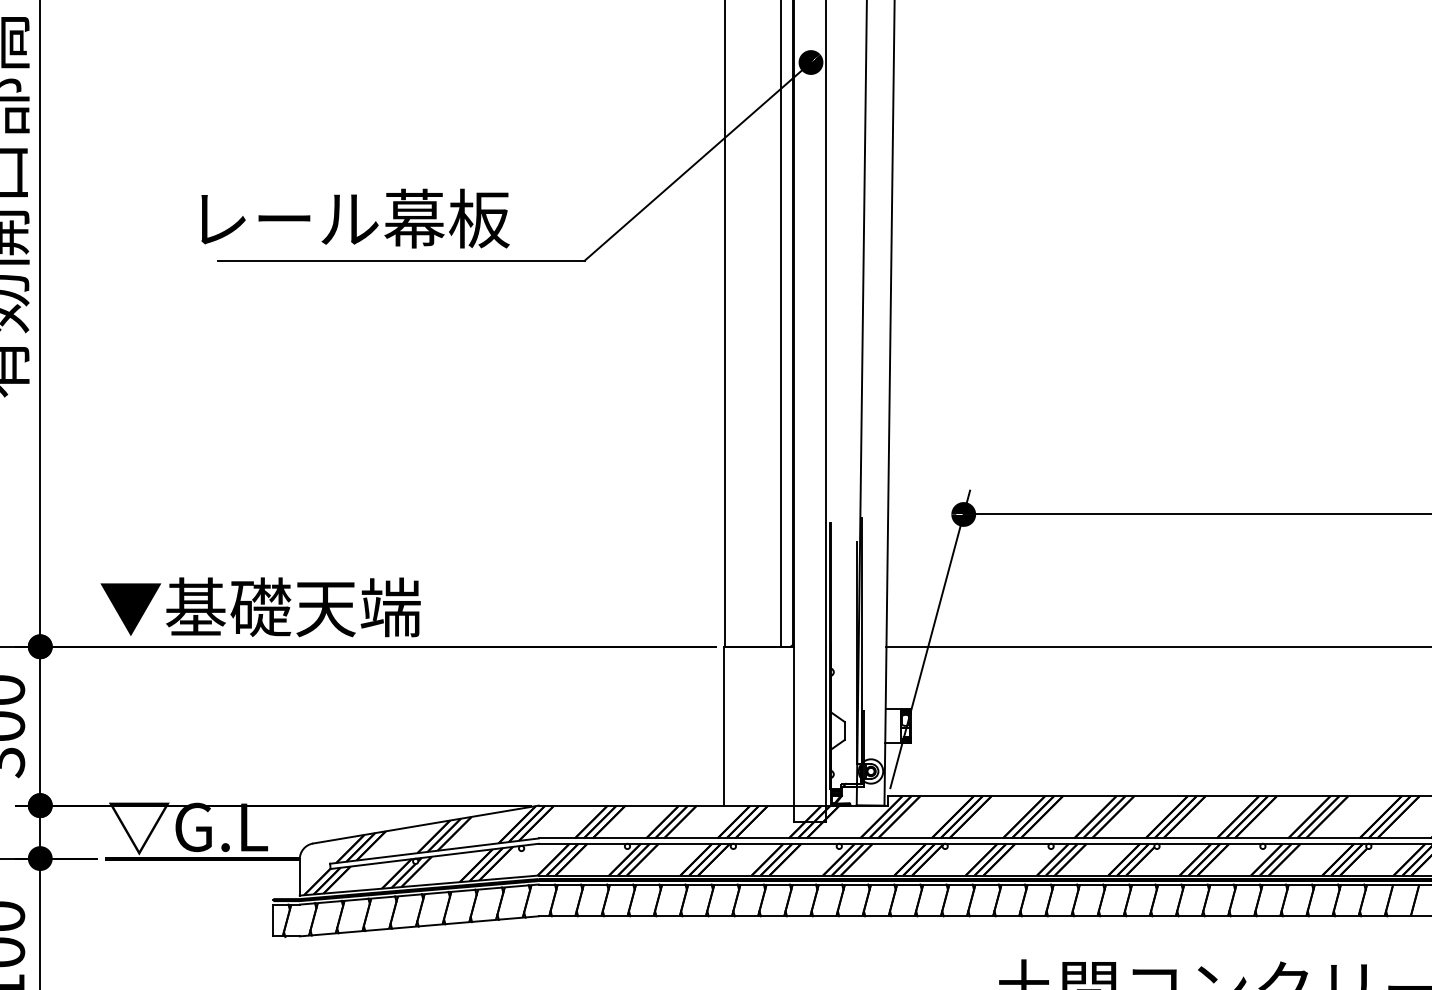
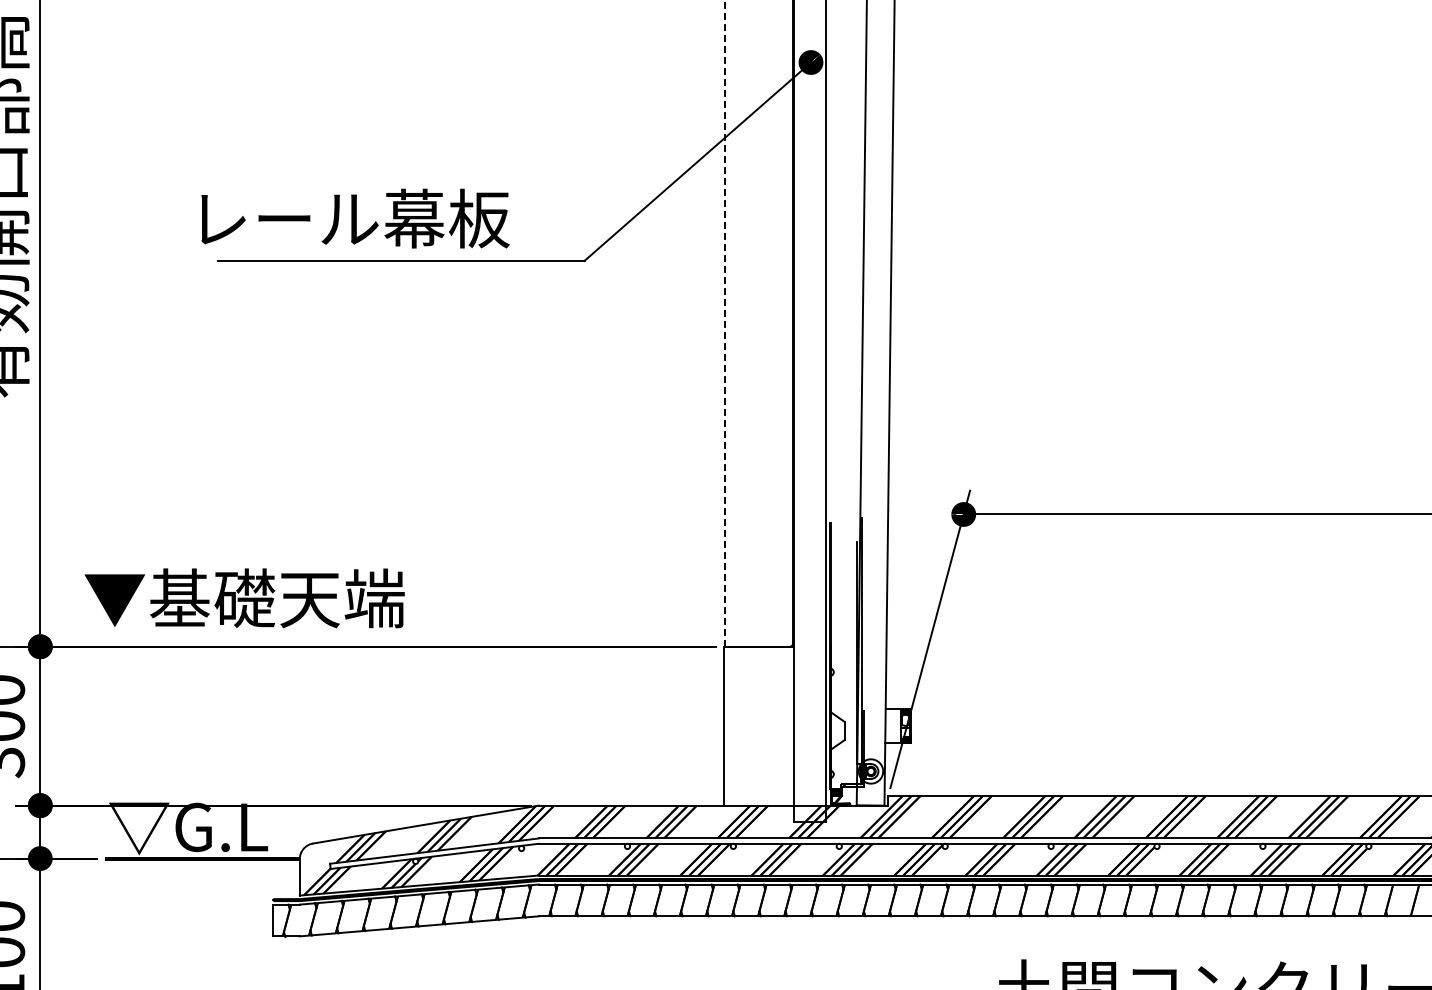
line at (725, 323): solid -> dashed
line at (780, 324): present -> none
text at (260, 607) position: (260, 607) -> (244, 598)
line at (1157, 646): present -> none
